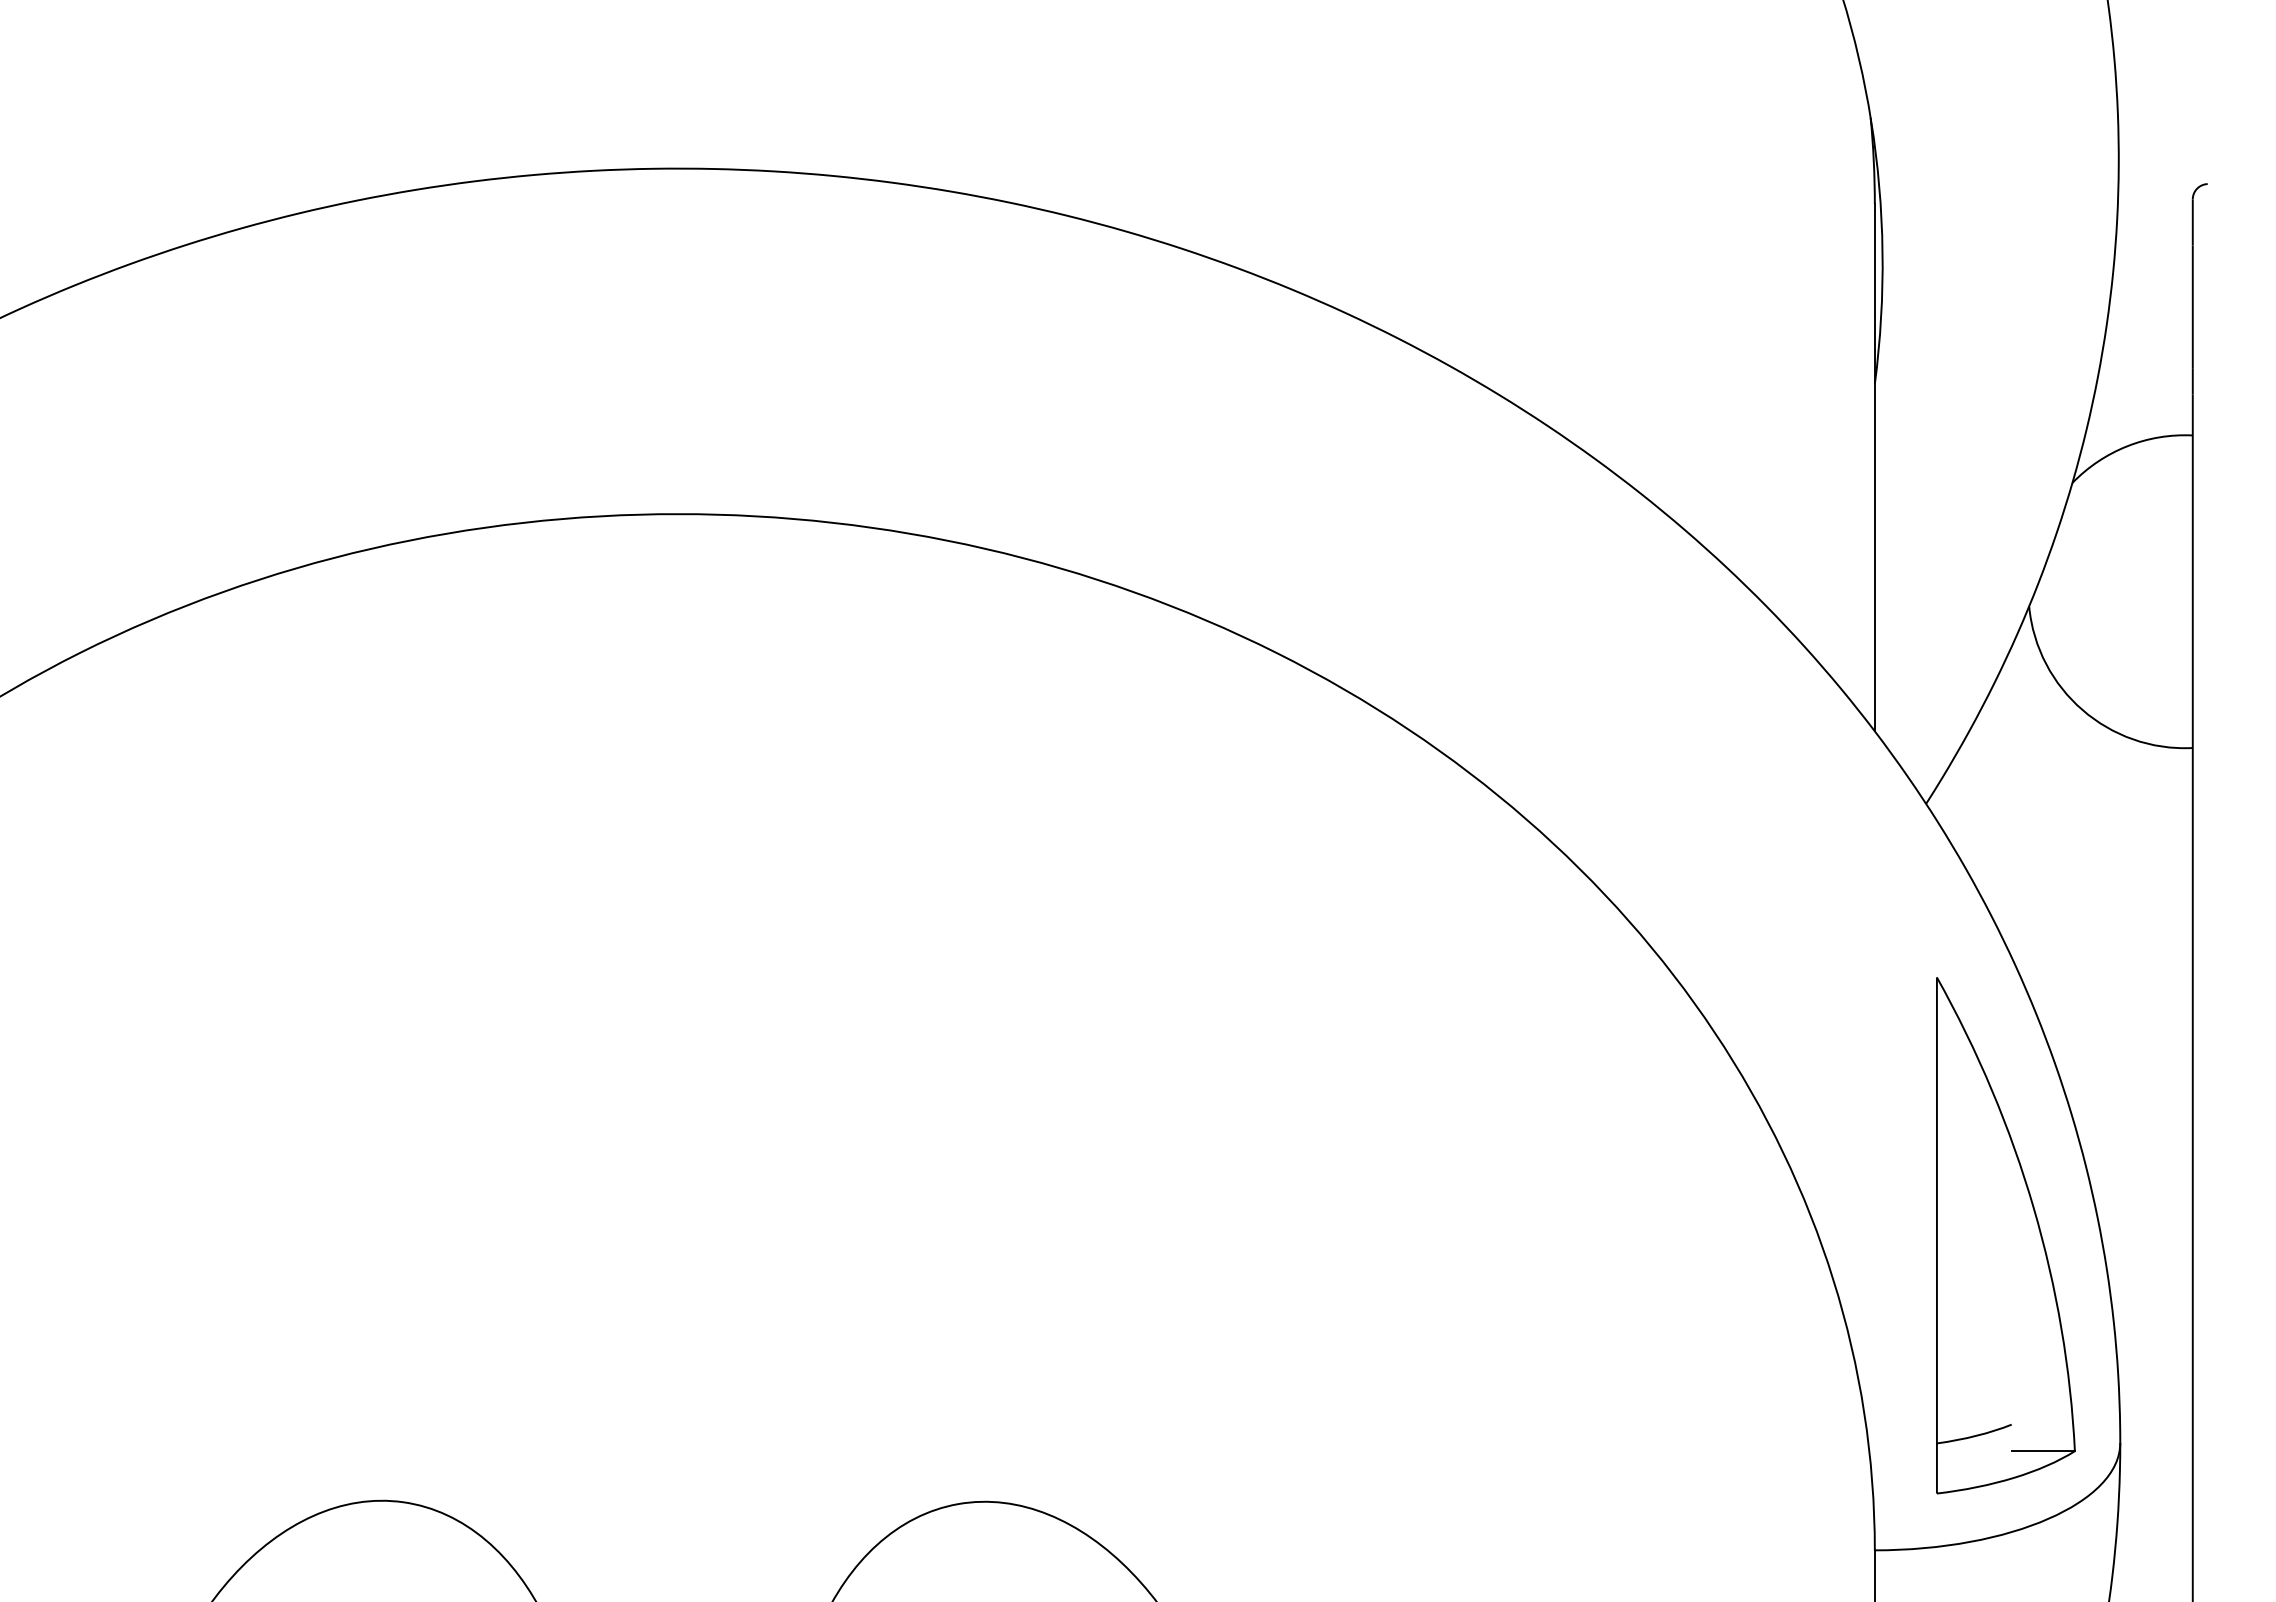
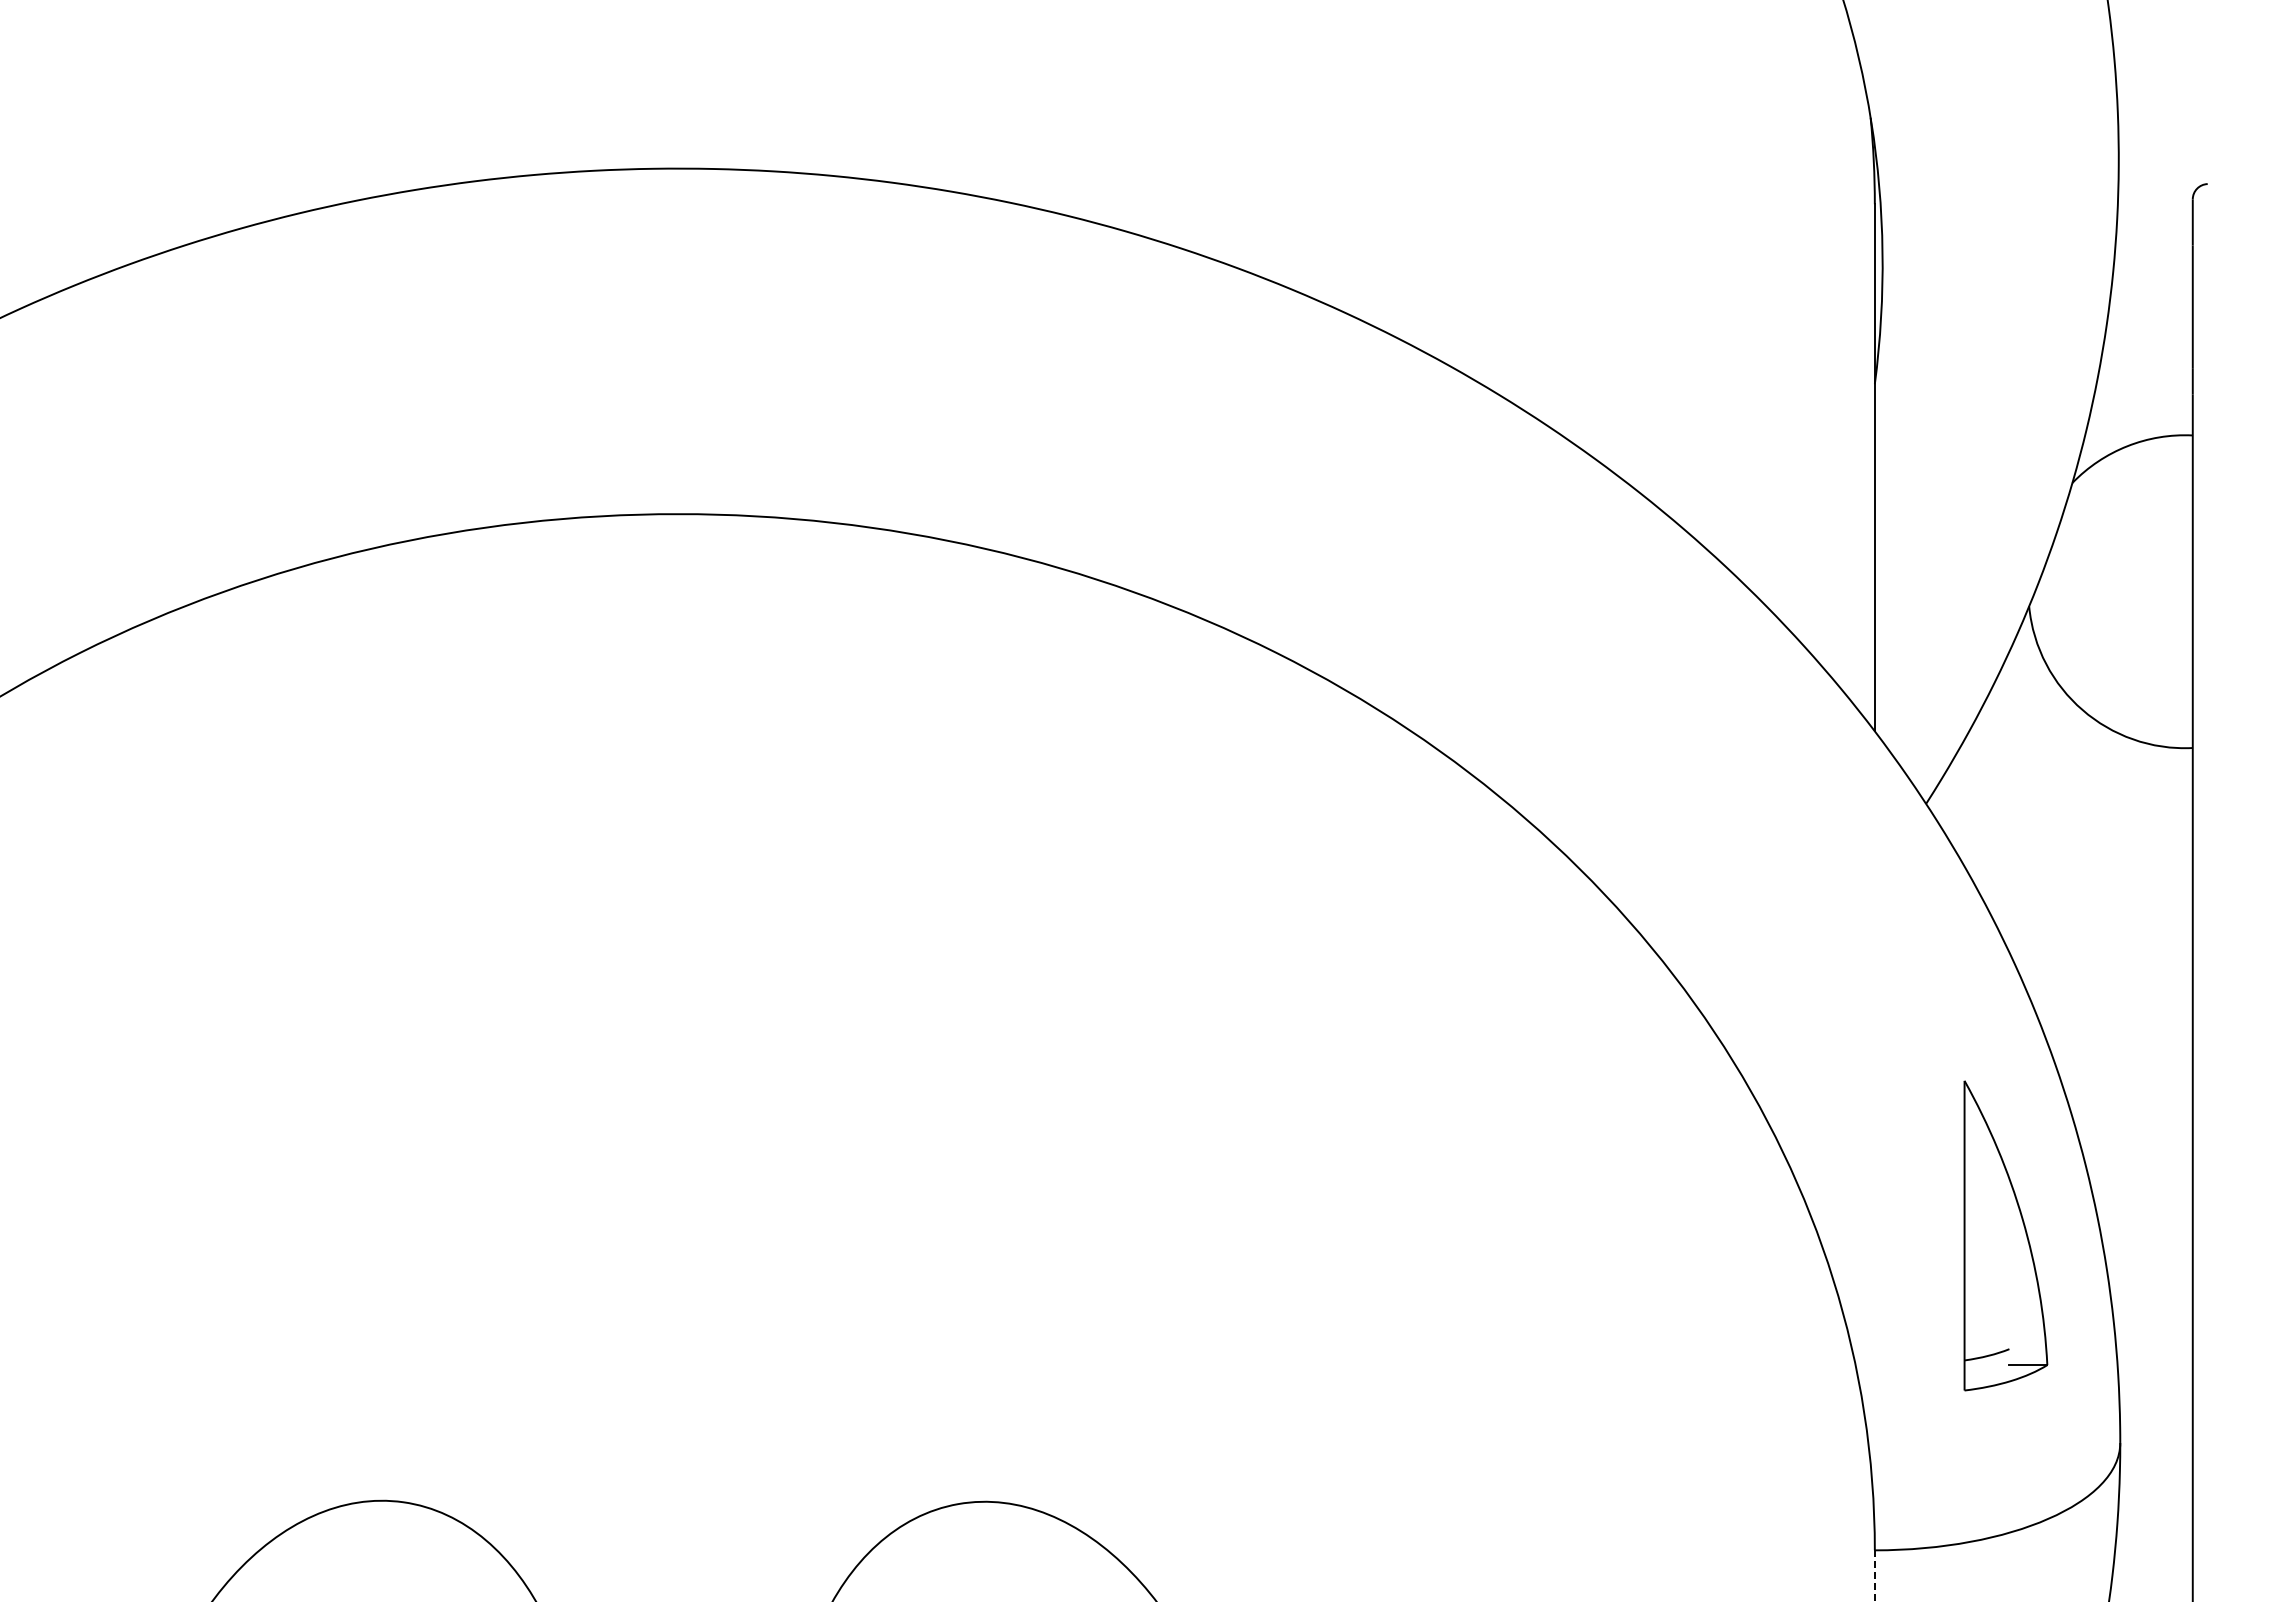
part at (2005, 1235) size: 140x518 px -> 86x312 px
line at (1874, 1576): solid -> dashed
